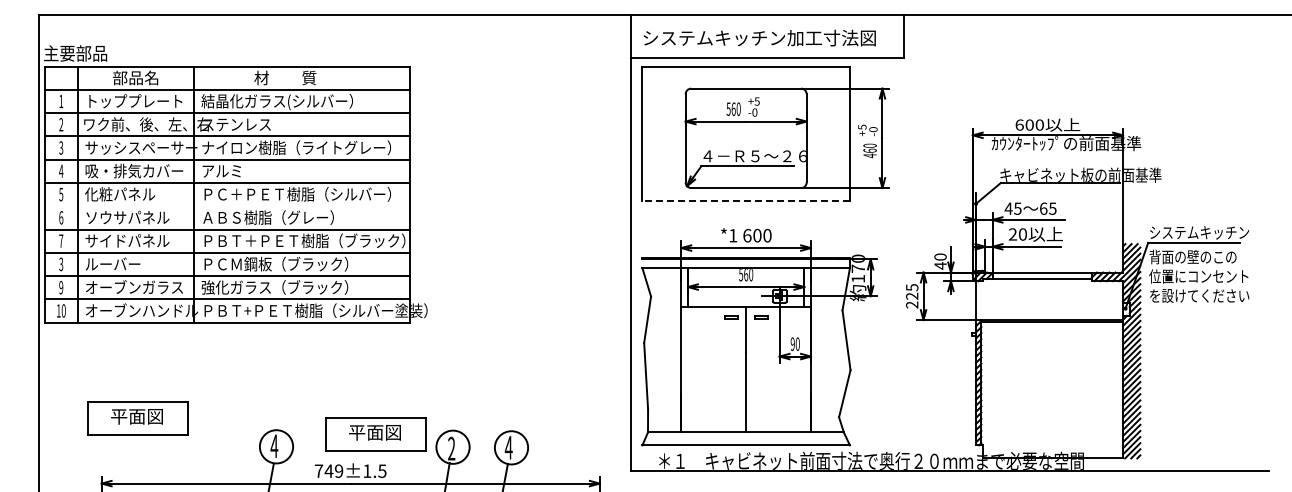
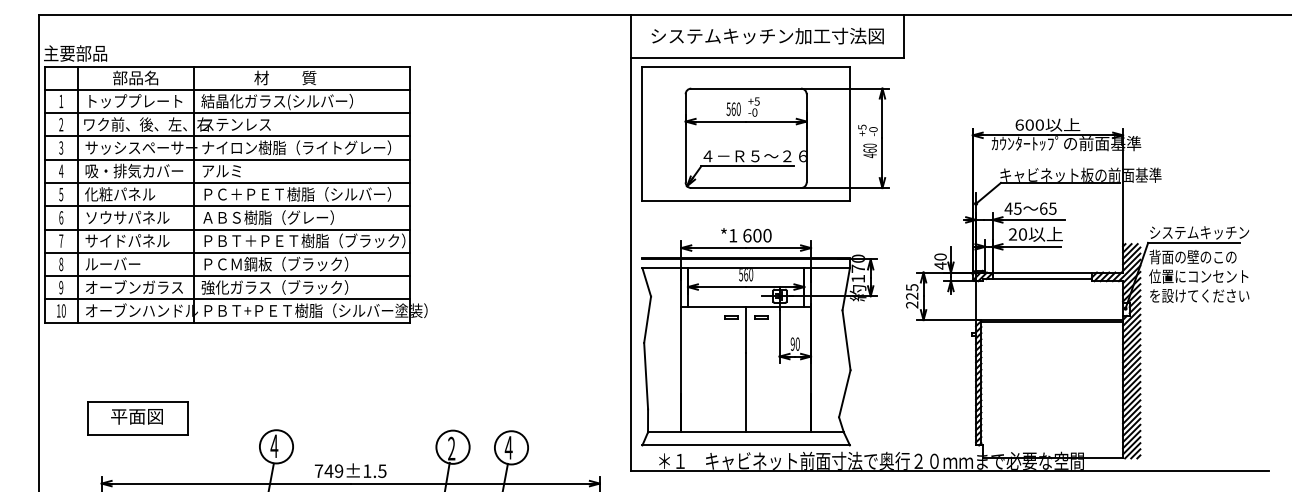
text at (759, 37) position: (759, 37) -> (767, 35)
line at (746, 201): dashed -> solid
line at (227, 206): none -> present
text at (61, 263): 3 -> 8
part at (375, 434): present -> none
